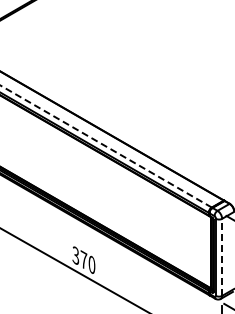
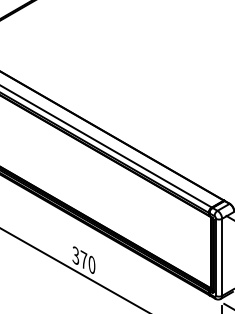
line at (106, 146): dashed -> solid
line at (222, 257): dashed -> solid
